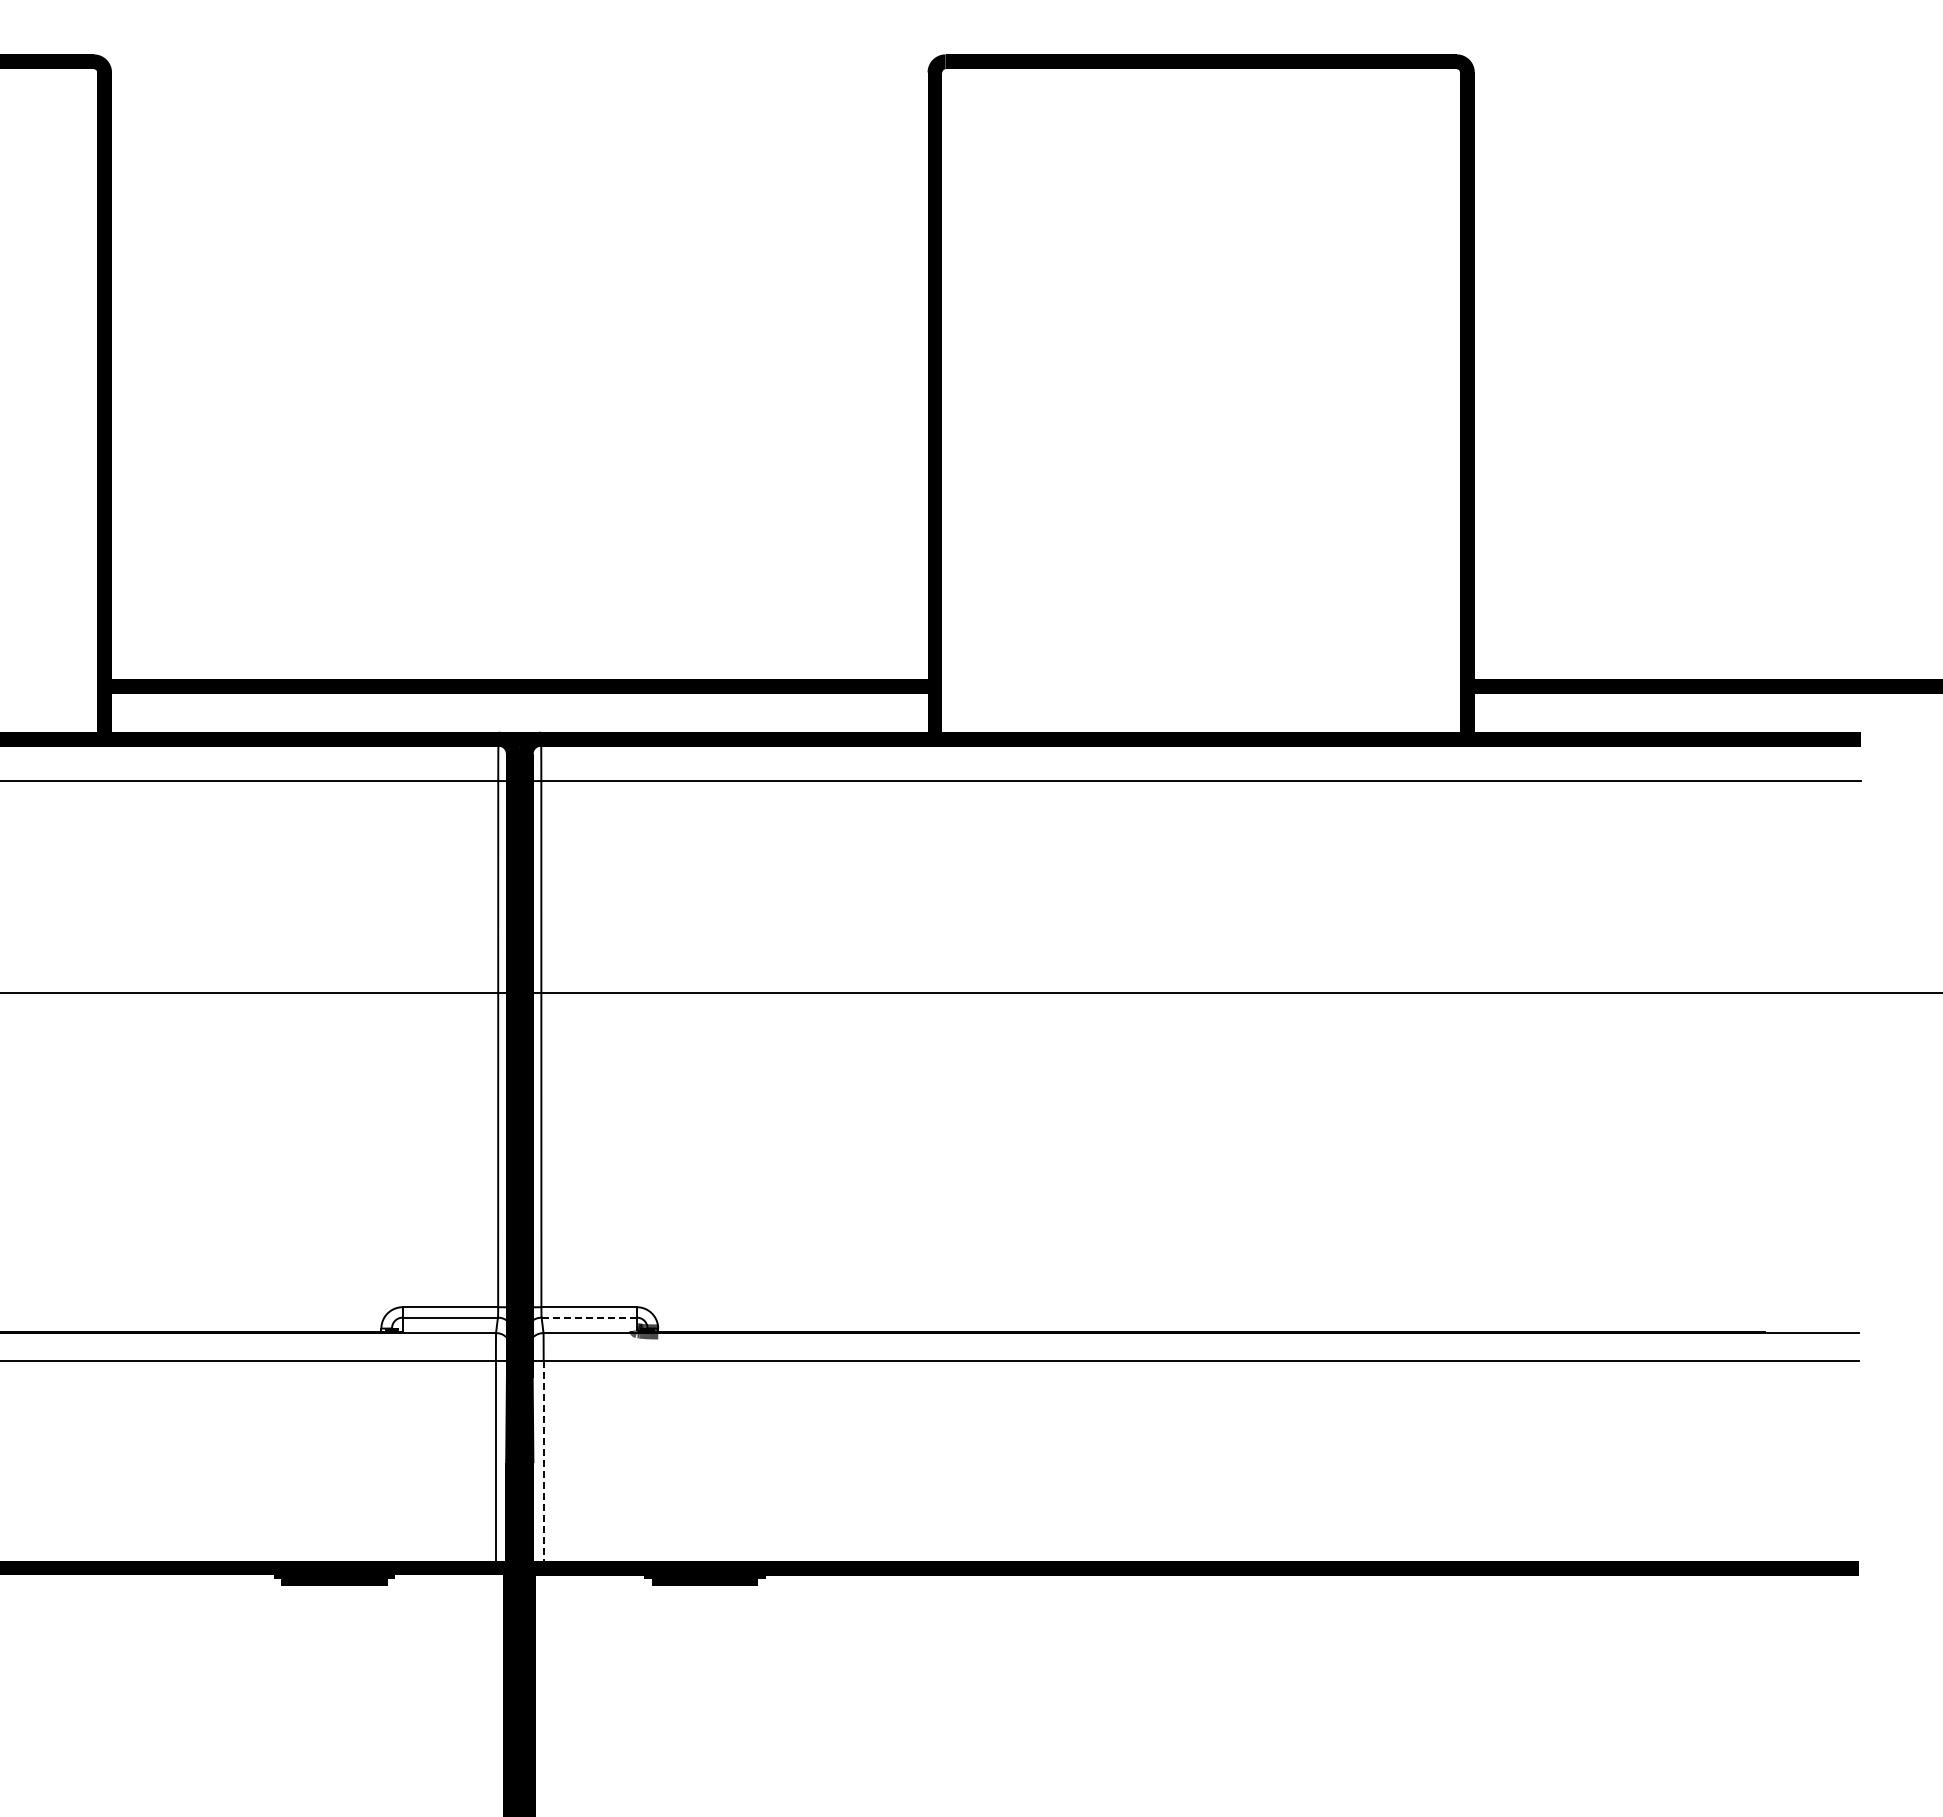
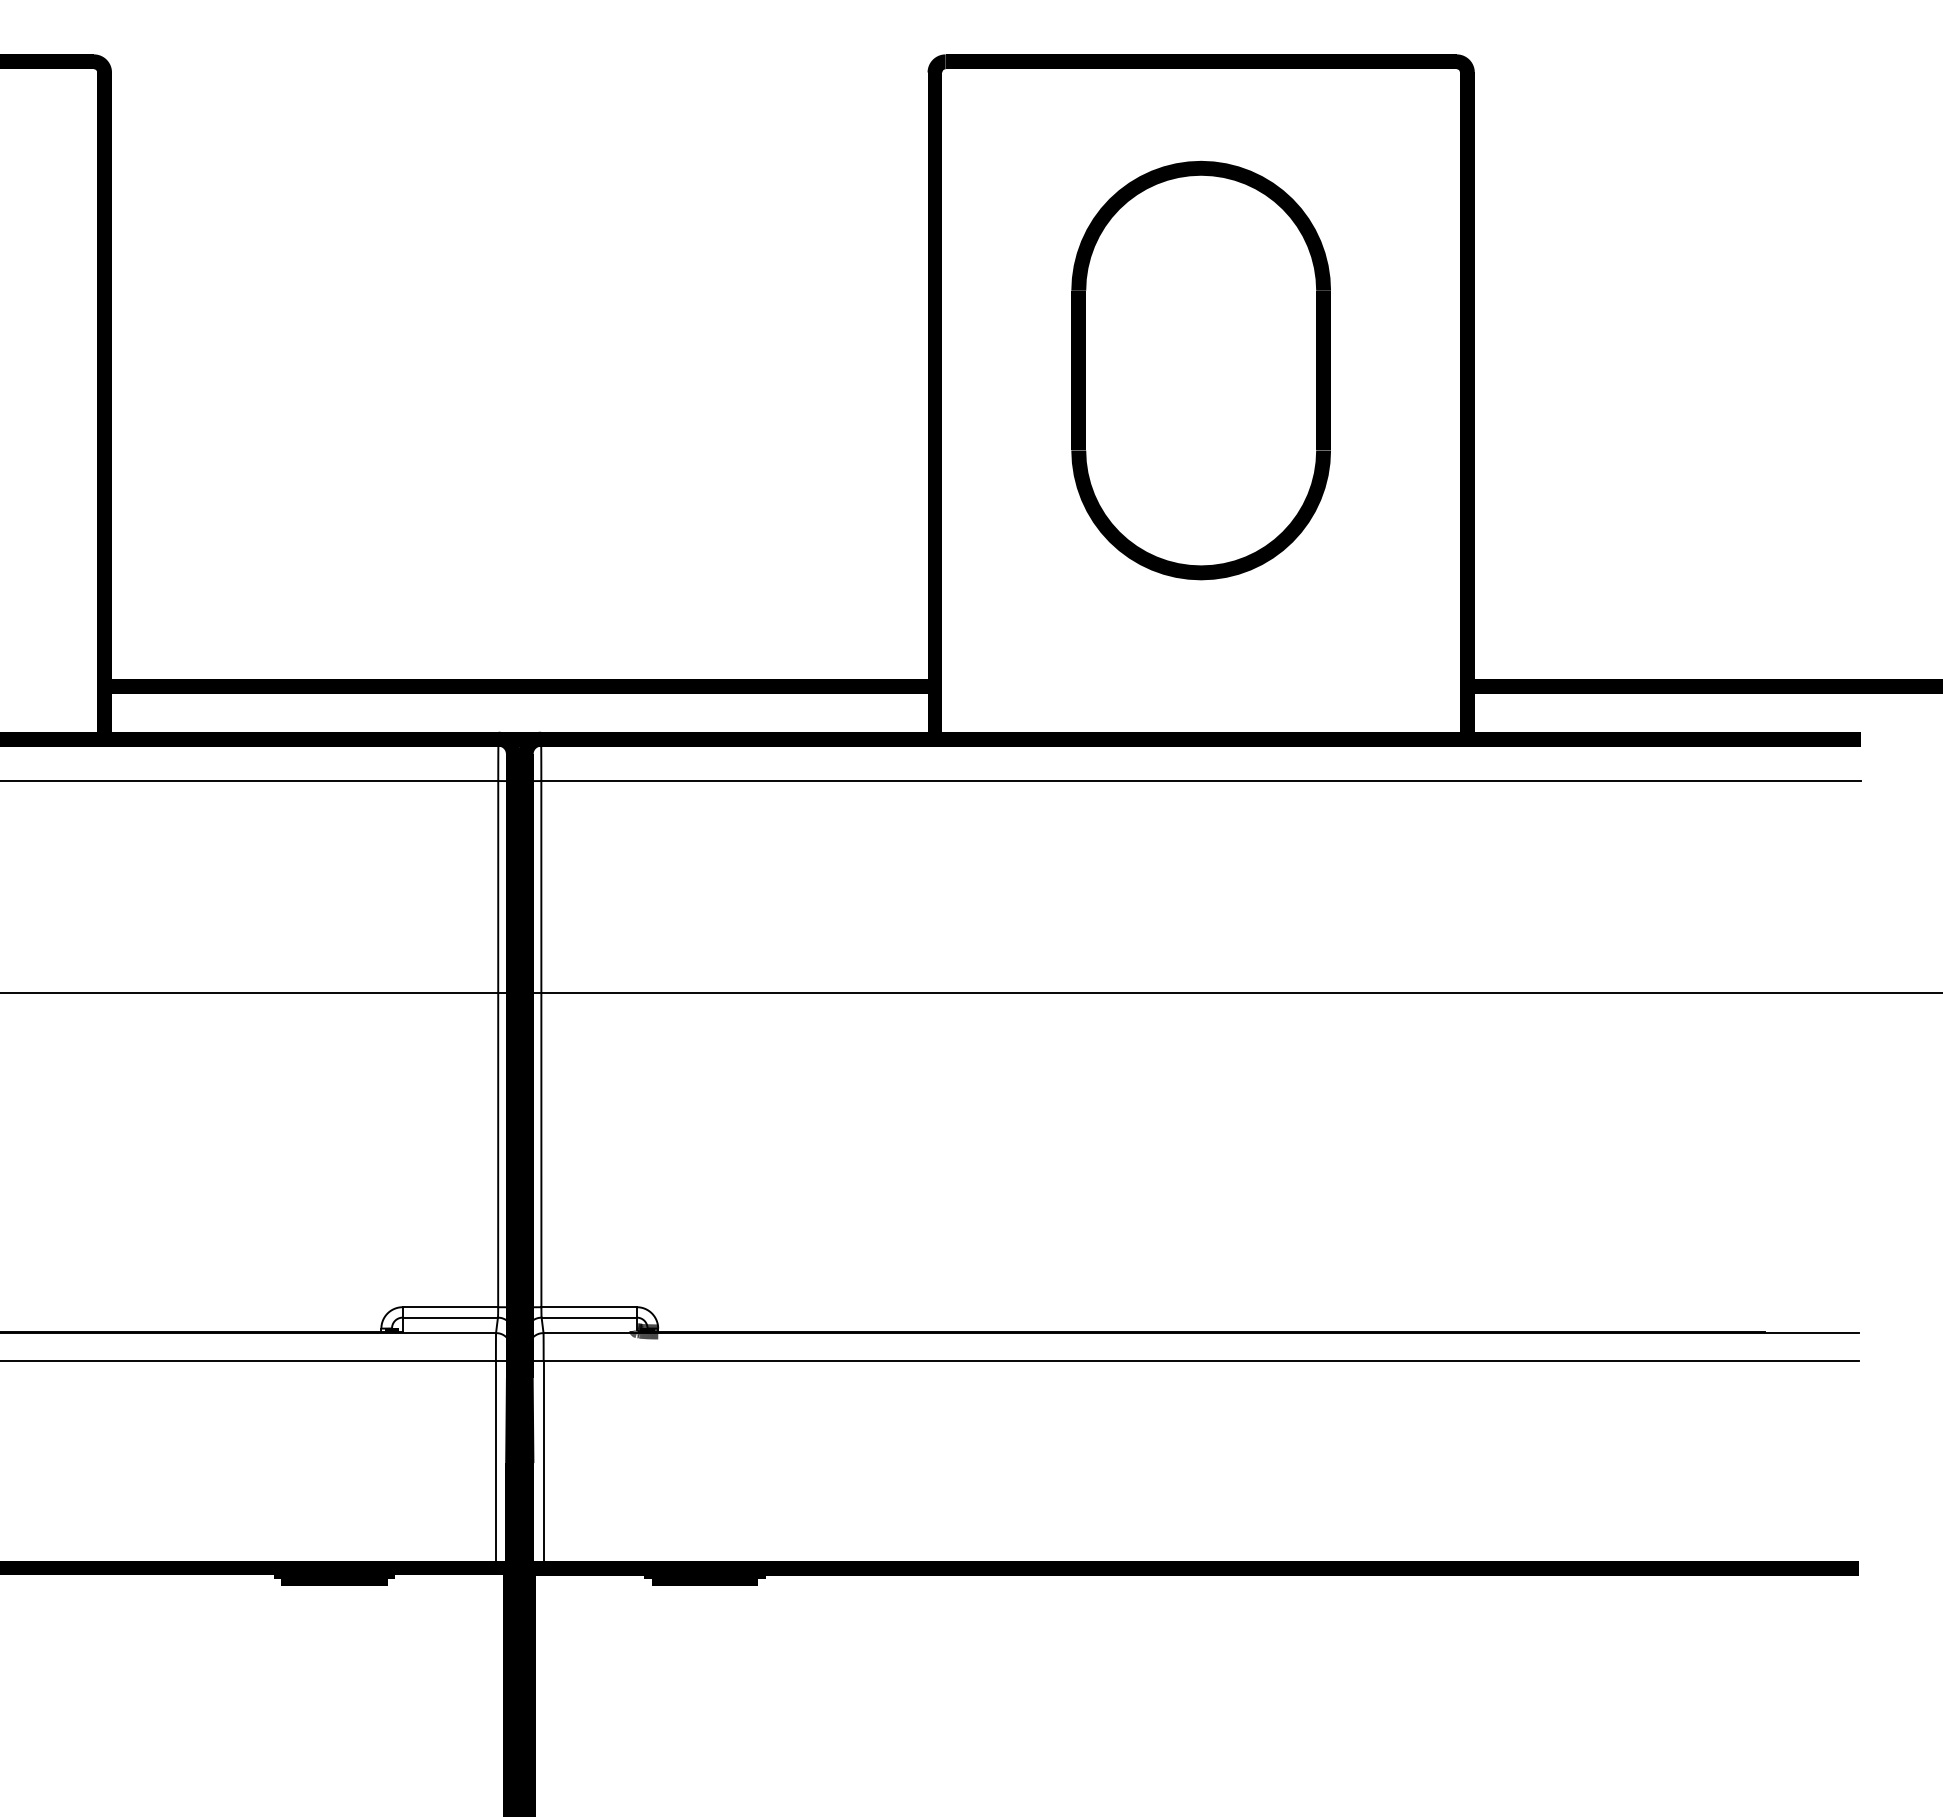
part at (1200, 370): none -> present
line at (589, 1317): dashed -> solid
line at (543, 1464): dashed -> solid
